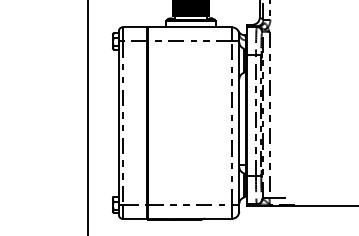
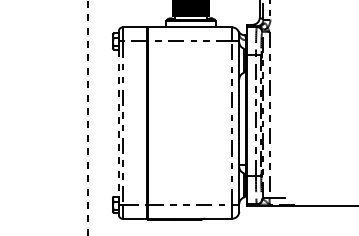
line at (88, 118): solid -> dashed
line at (118, 123): solid -> dashed
